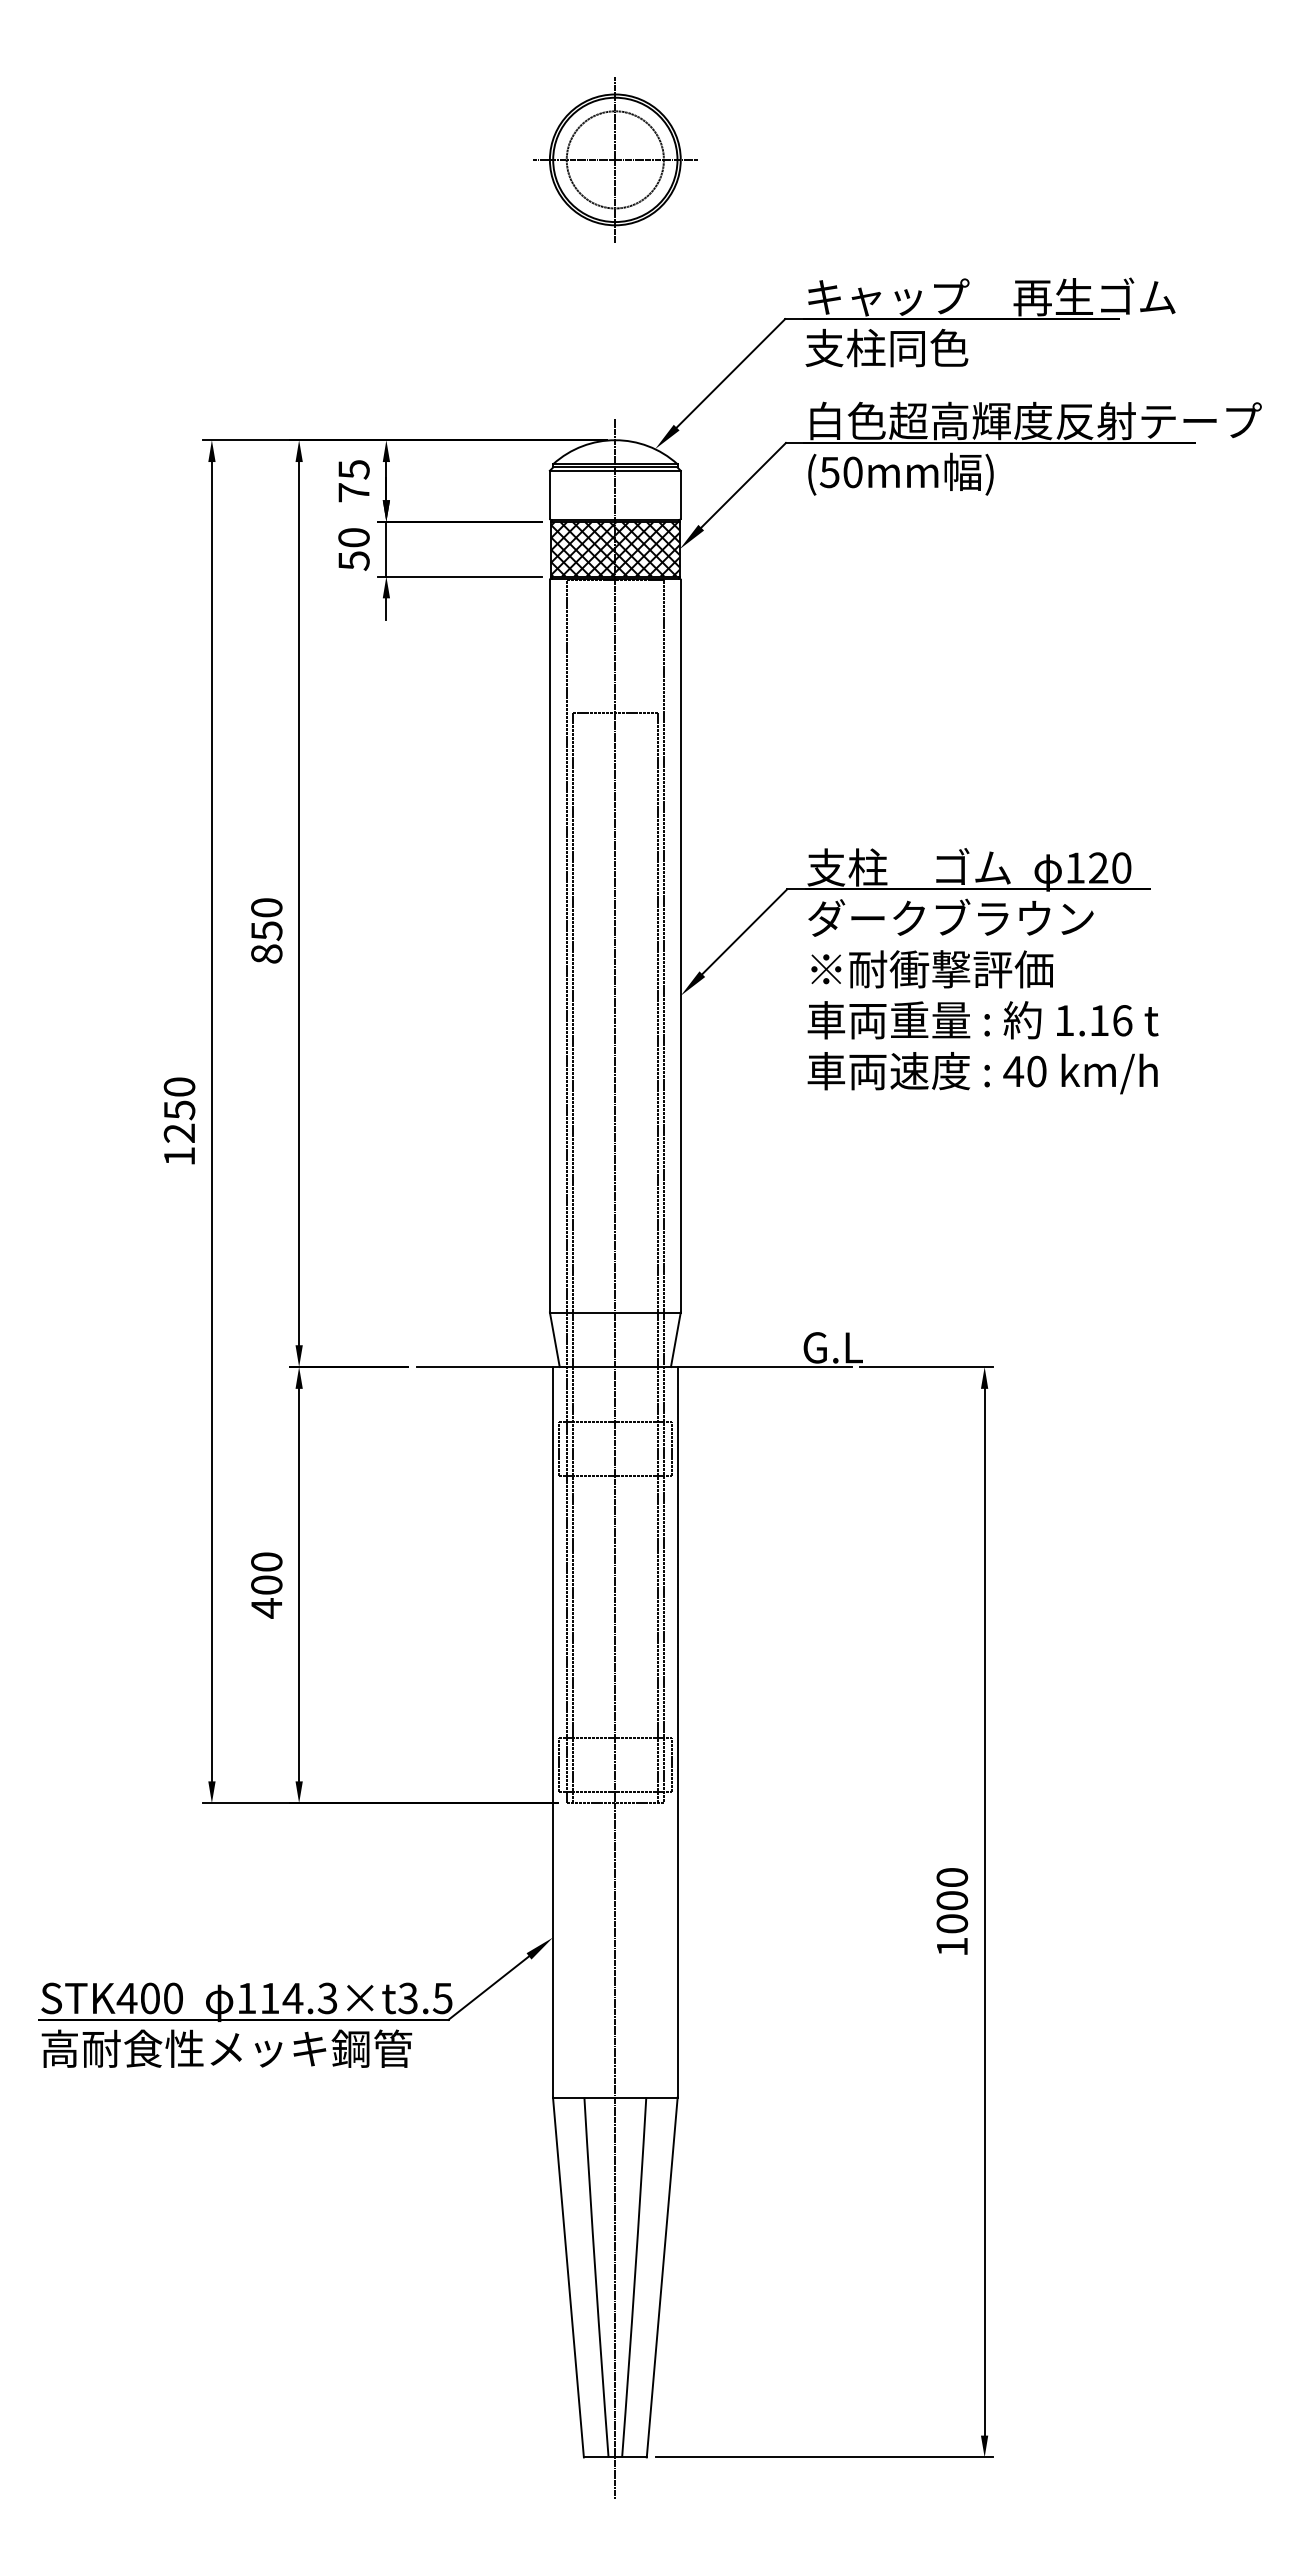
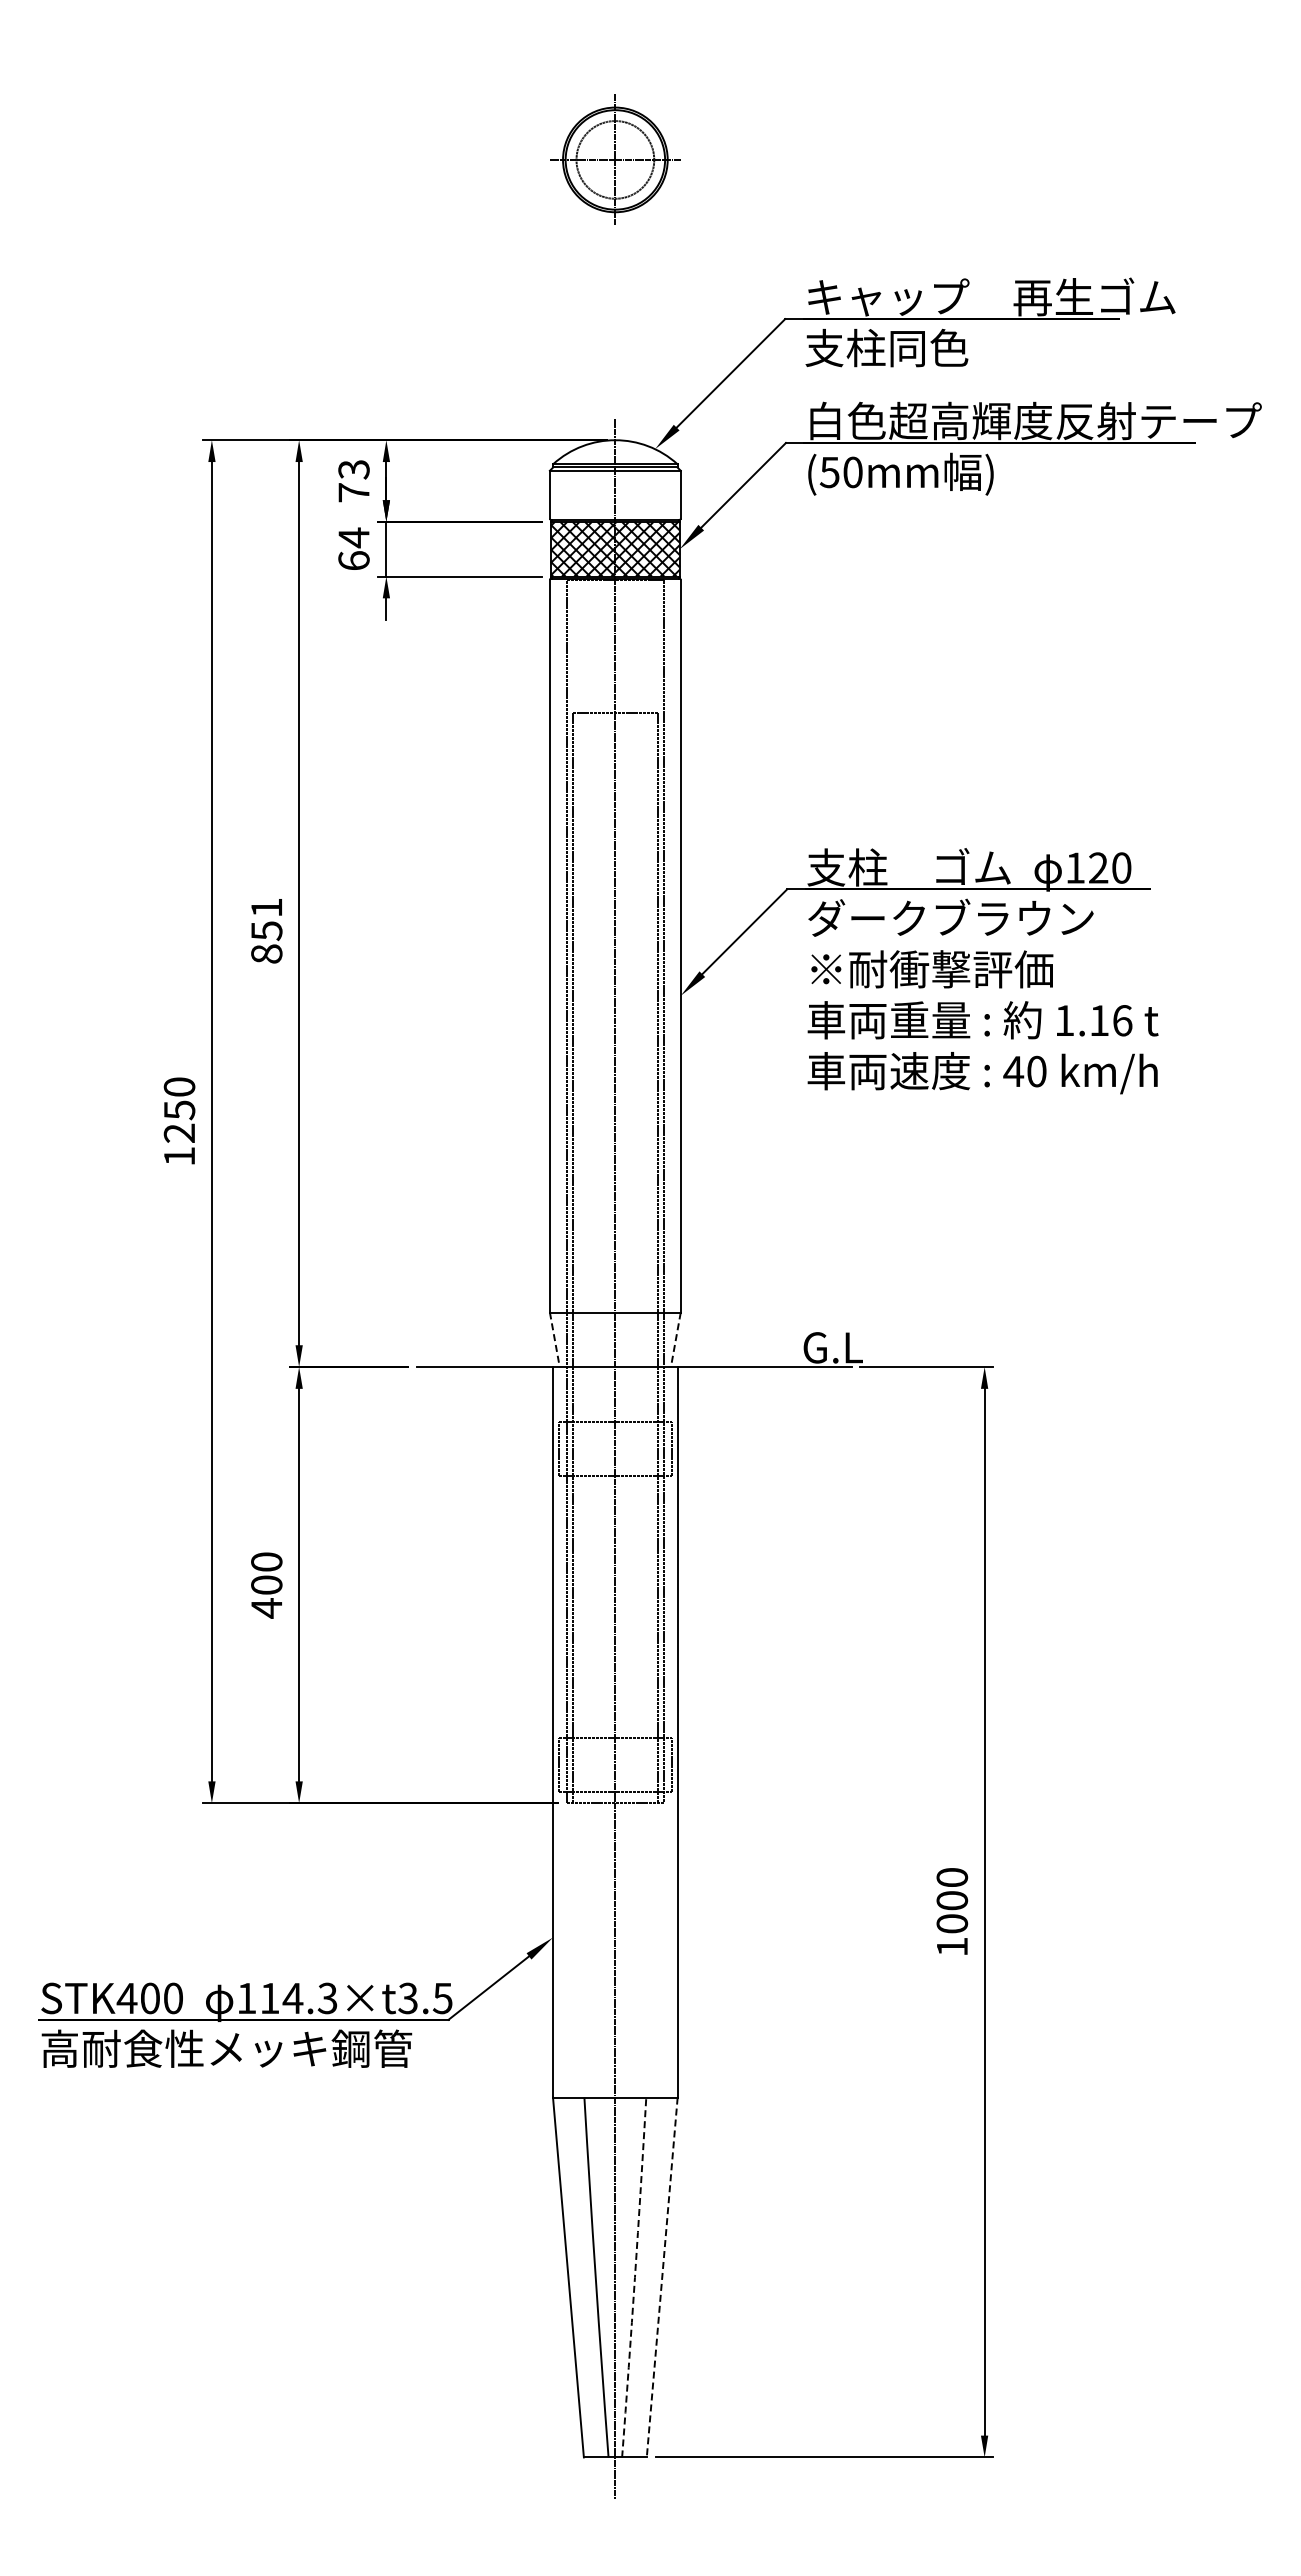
part at (615, 159) size: 165x166 px -> 131x131 px
text at (353, 469): 75 -> 73
text at (353, 548): 50 -> 64
text at (266, 907): 850 -> 851
line at (554, 1339): solid -> dashed
line at (675, 1339): solid -> dashed
arc at (634, 2277): solid -> dashed
line at (662, 2277): solid -> dashed
